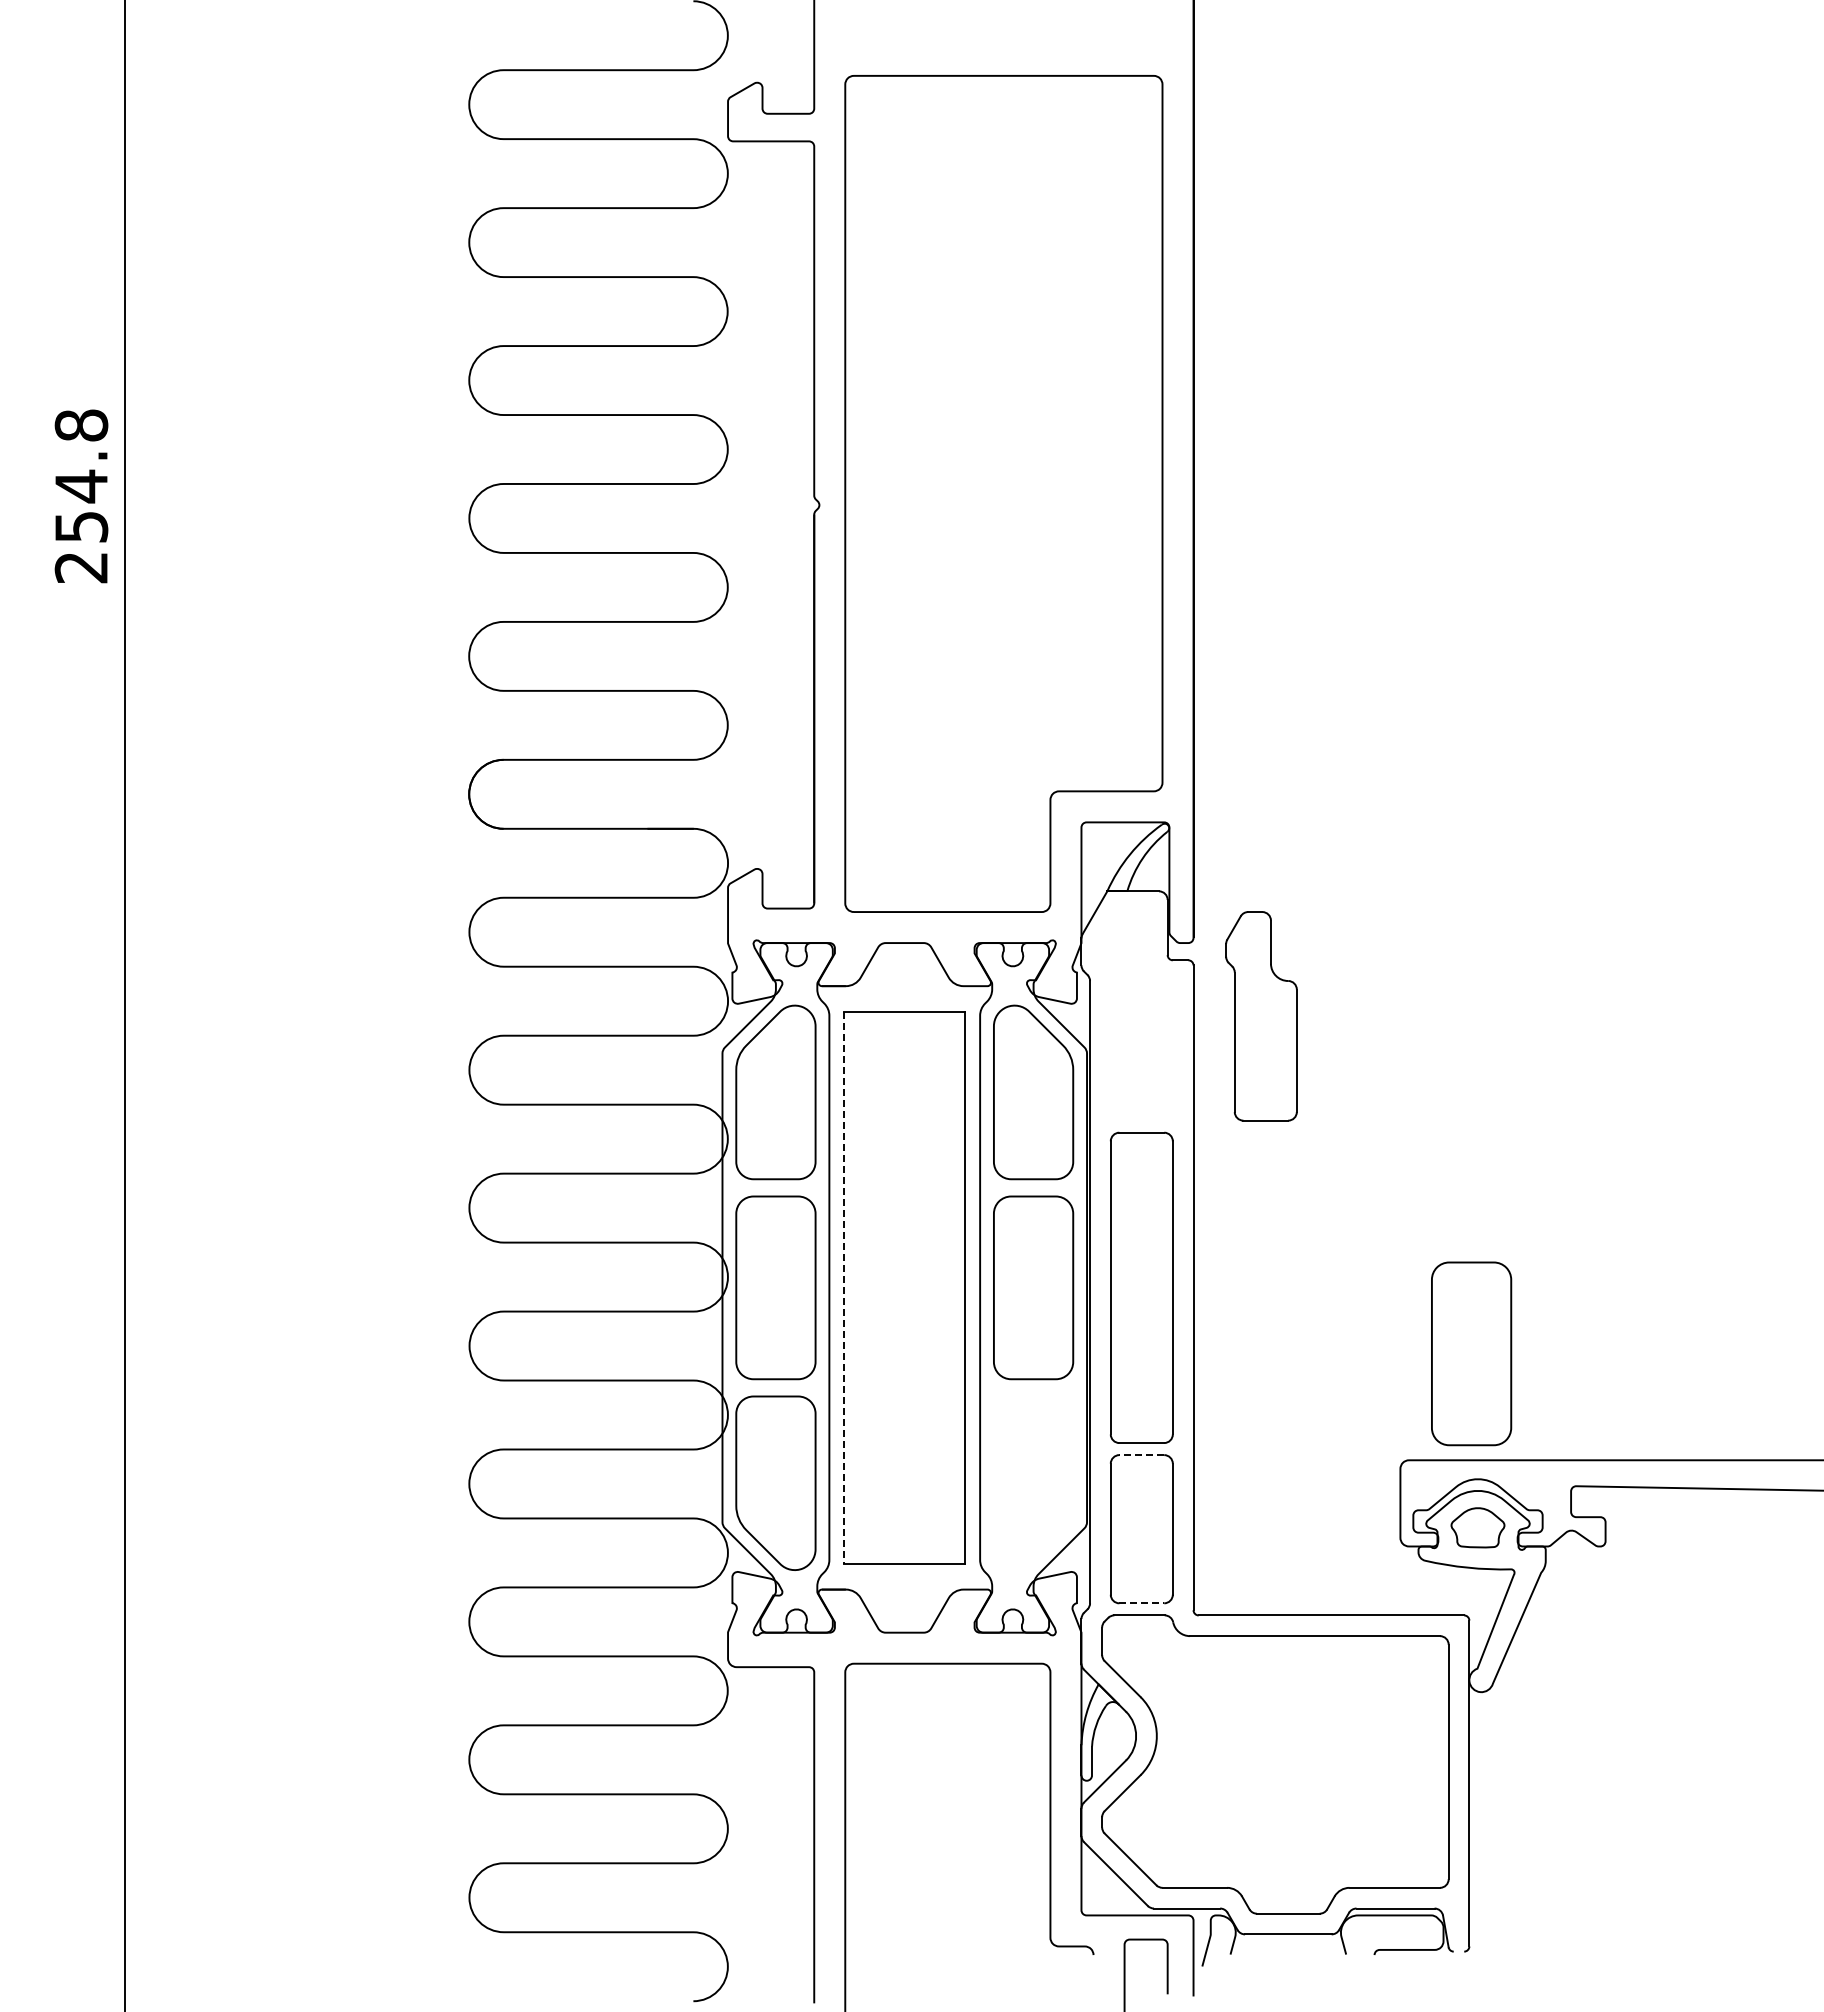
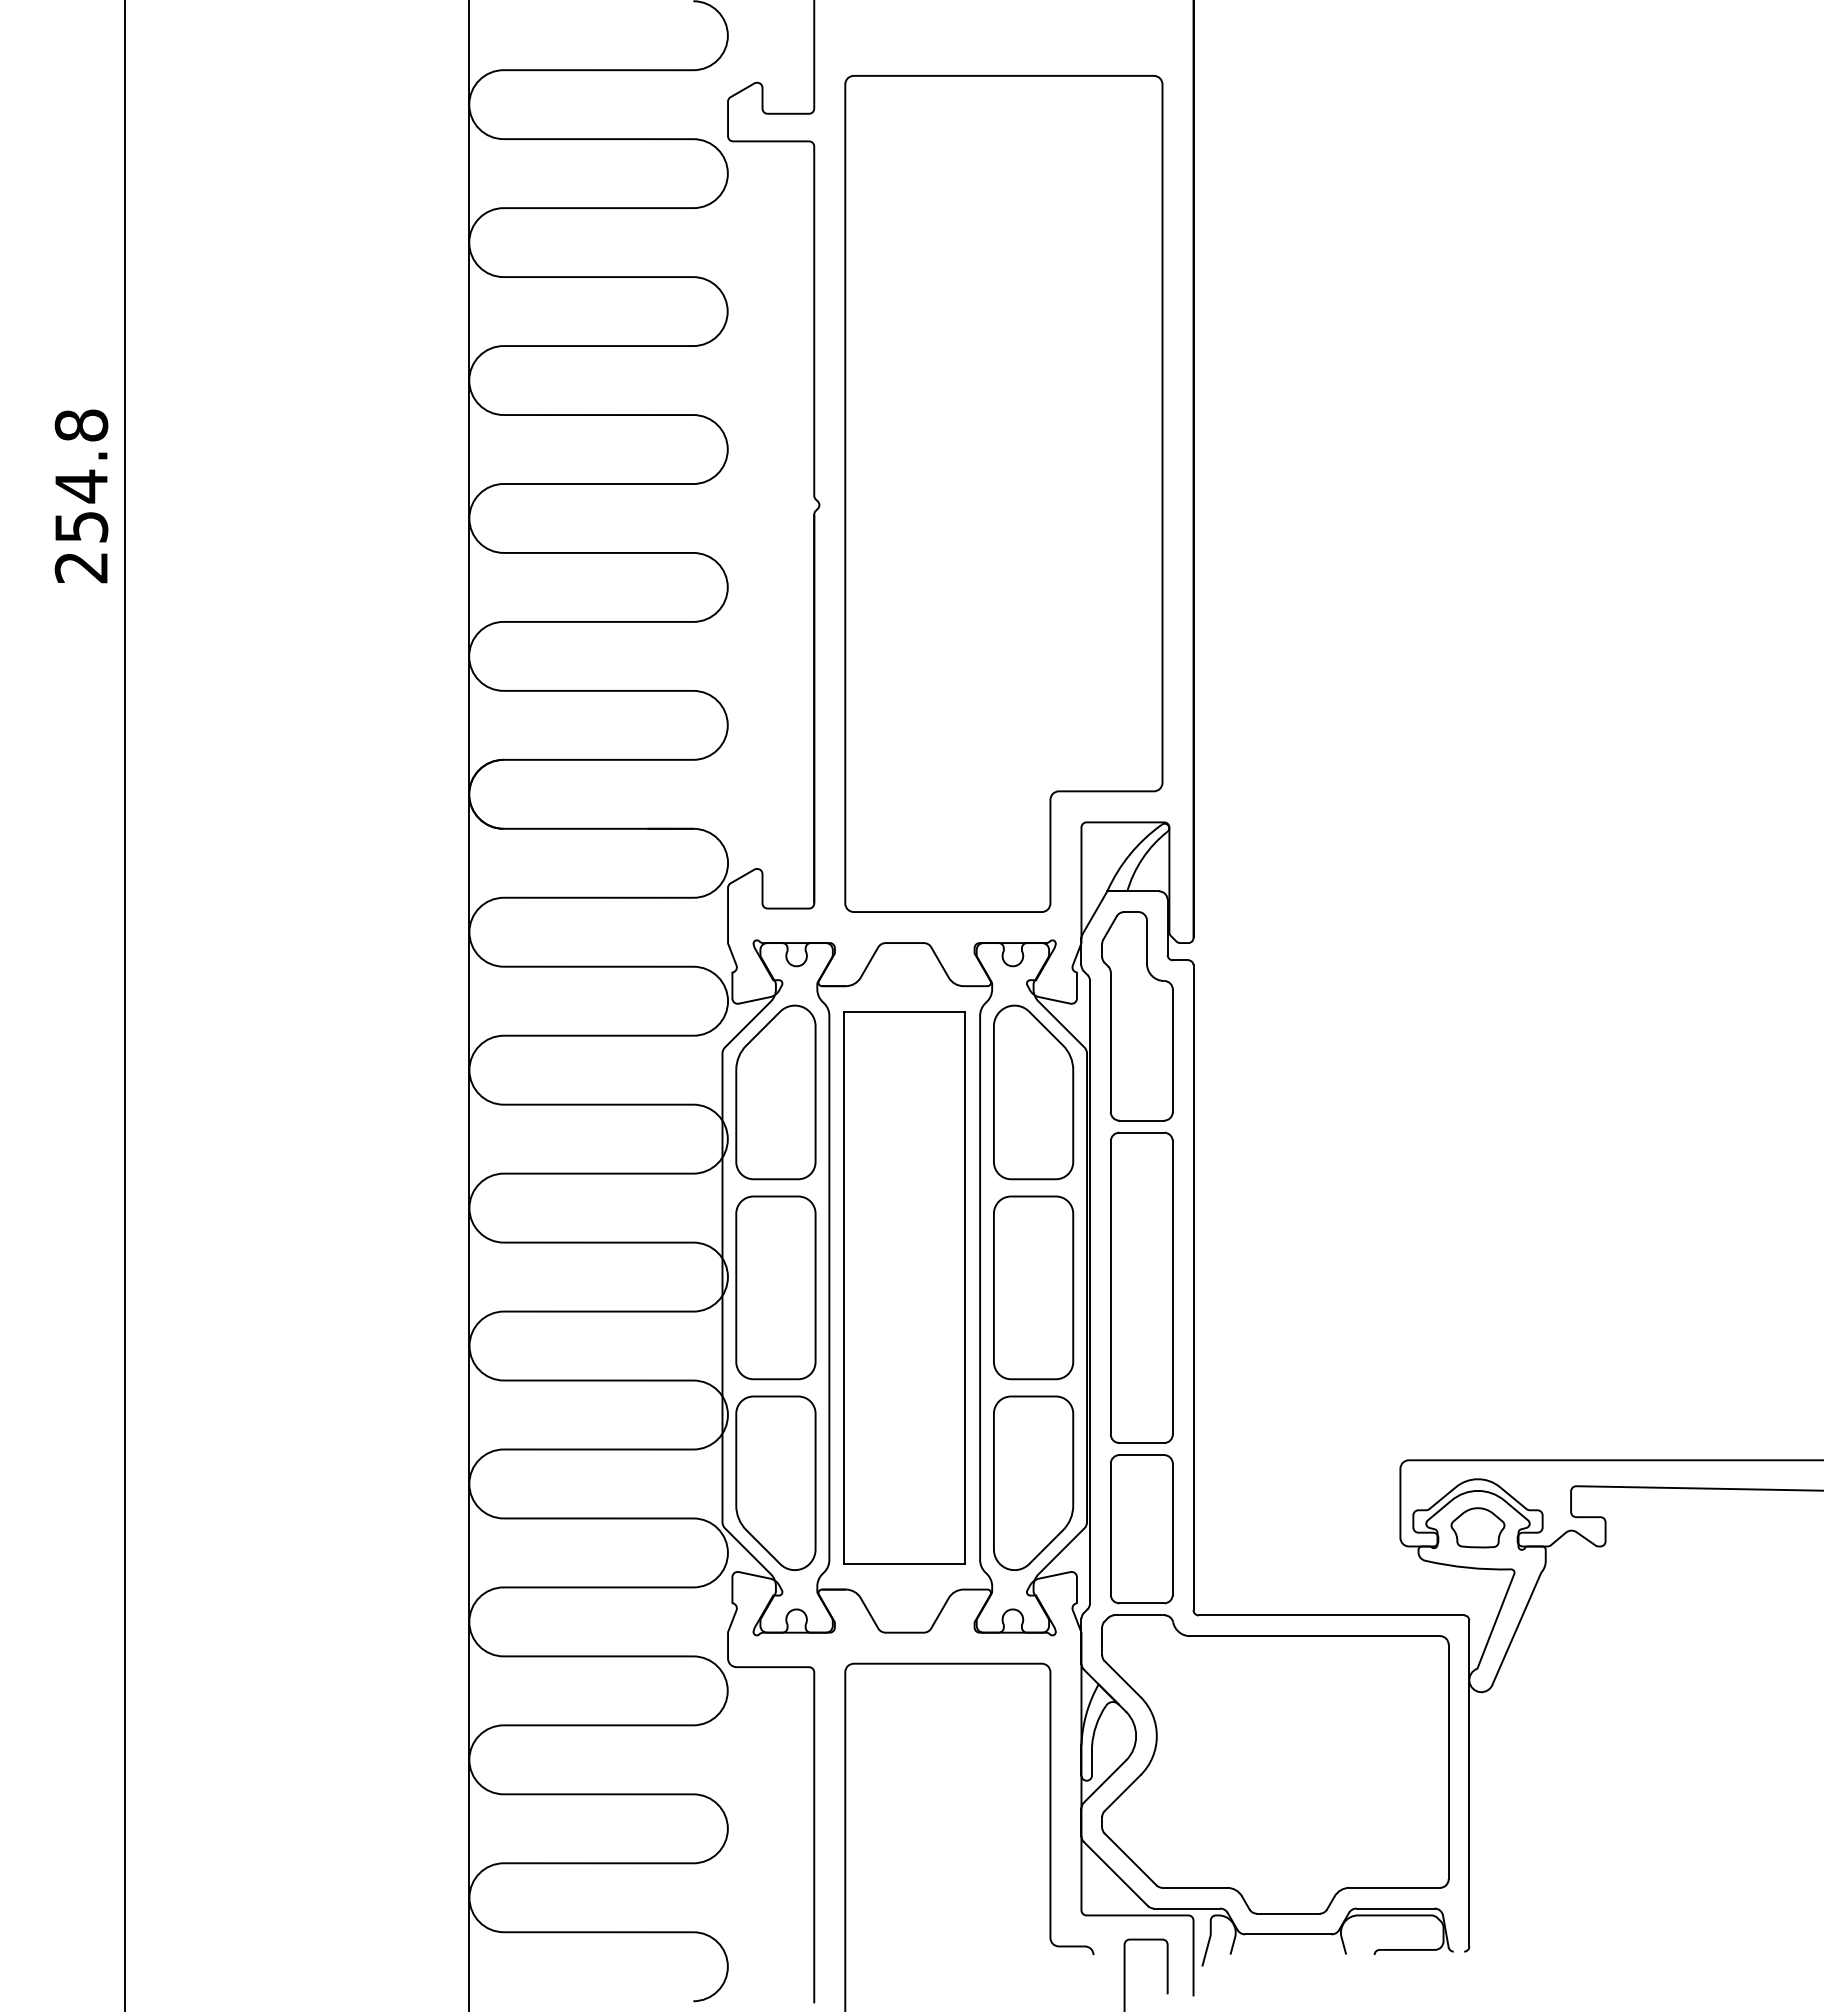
line at (469, 1005): none -> present
part at (1261, 1016) position: (1261, 1016) -> (1137, 1016)
line at (844, 1287): dashed -> solid
part at (1471, 1353): present -> none
line at (1141, 1455): dashed -> solid
part at (1033, 1482): none -> present
line at (1142, 1603): dashed -> solid
